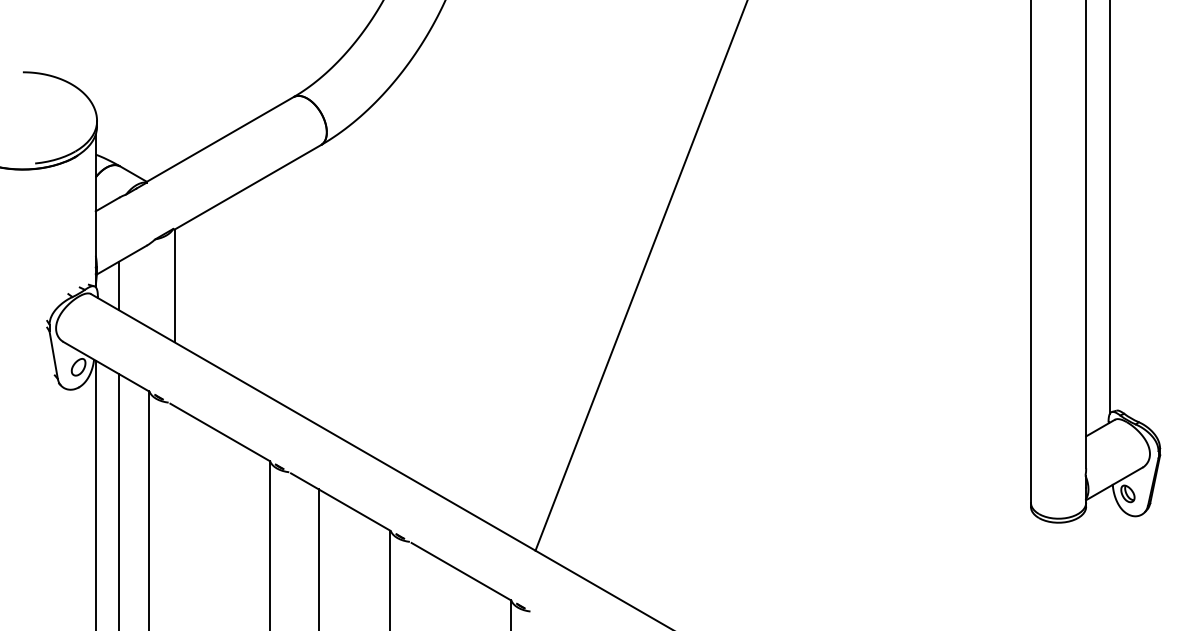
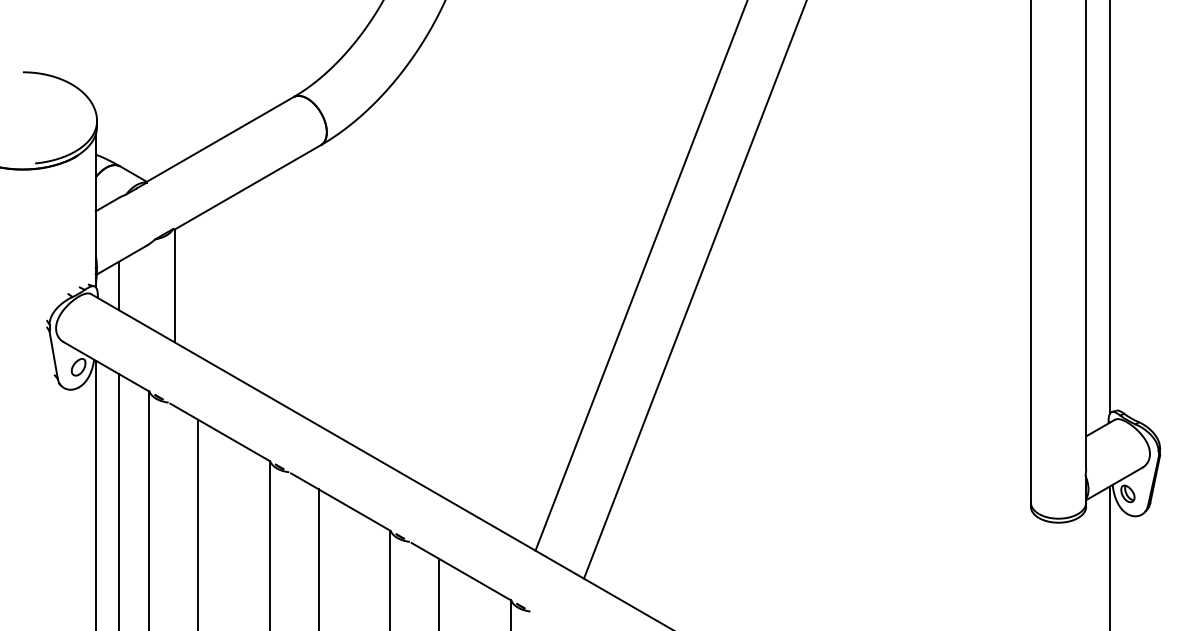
line at (694, 290): none -> present
line at (198, 523): none -> present
line at (1109, 556): none -> present
line at (439, 593): none -> present
